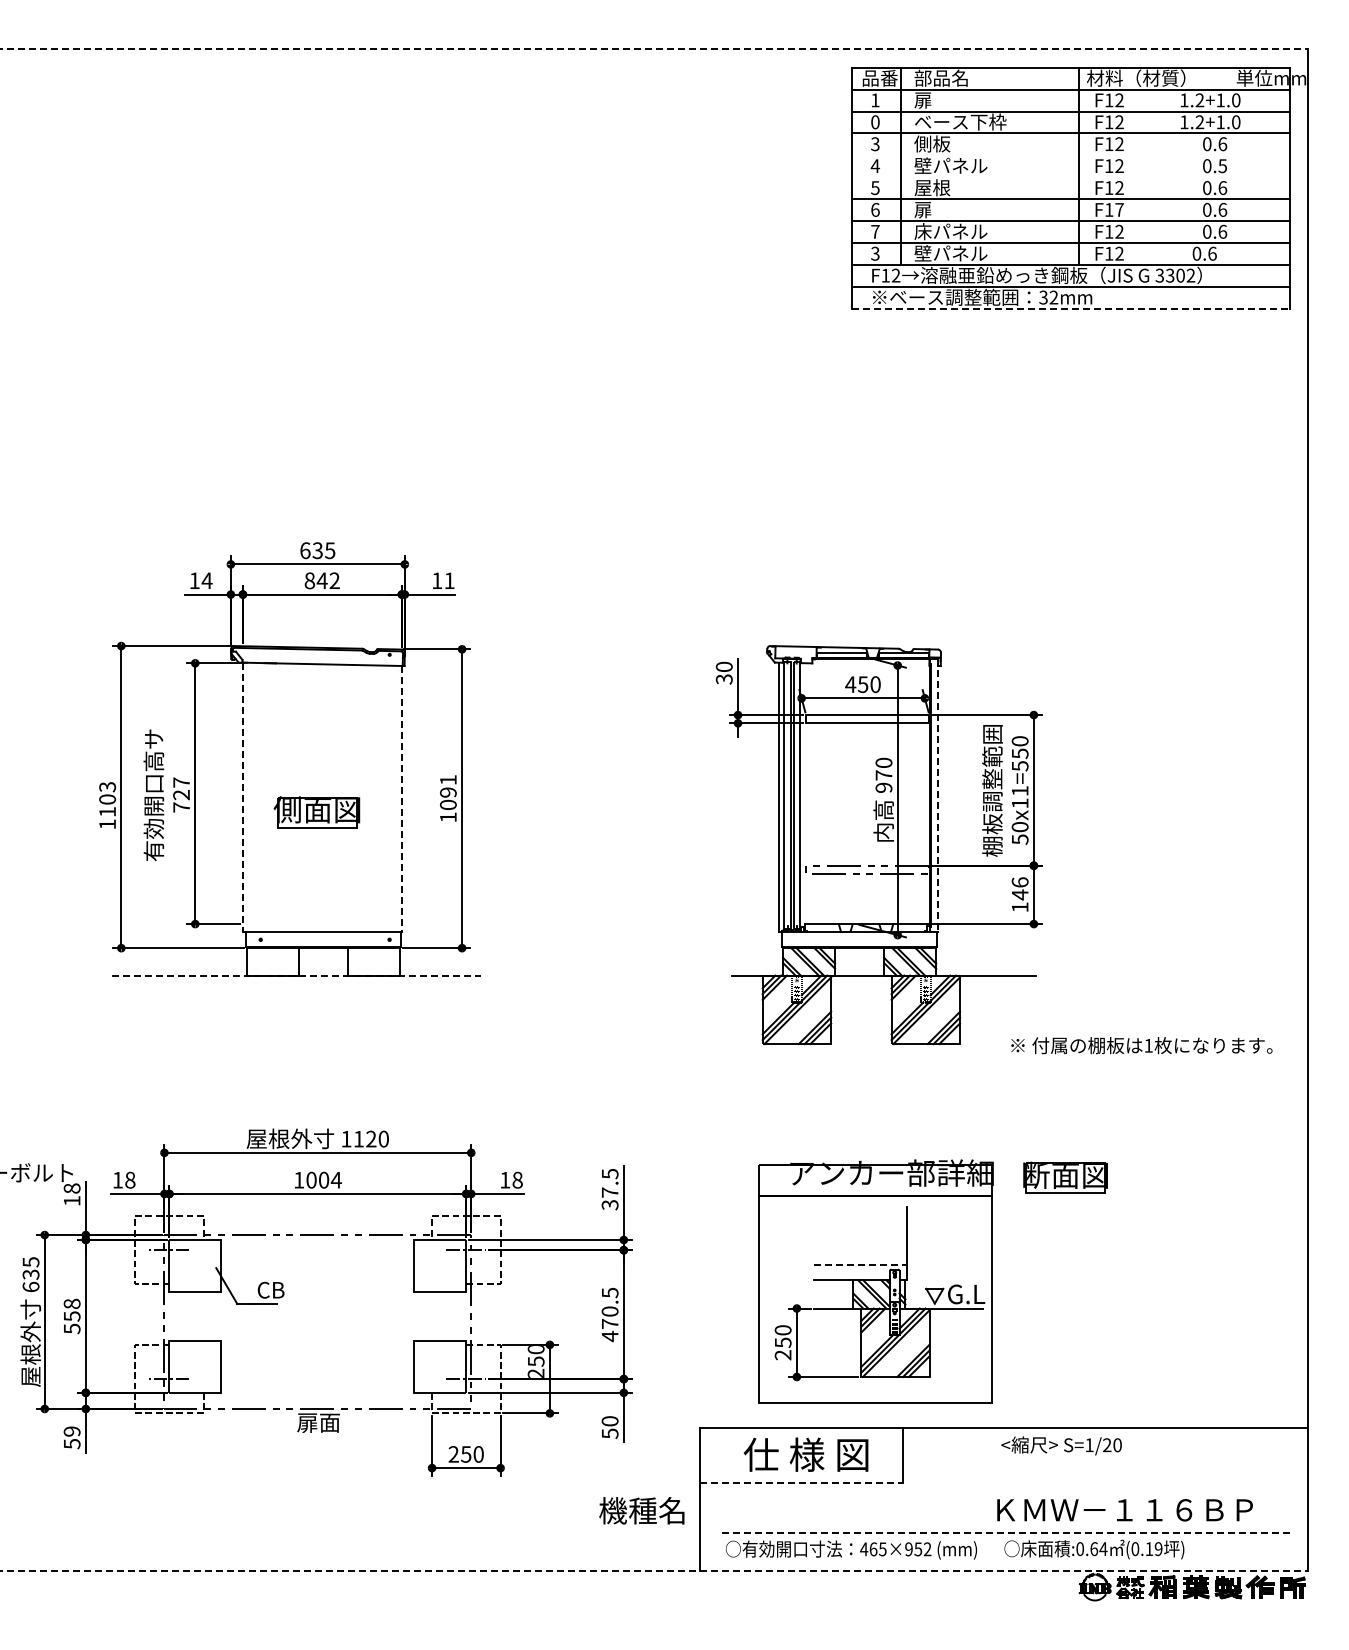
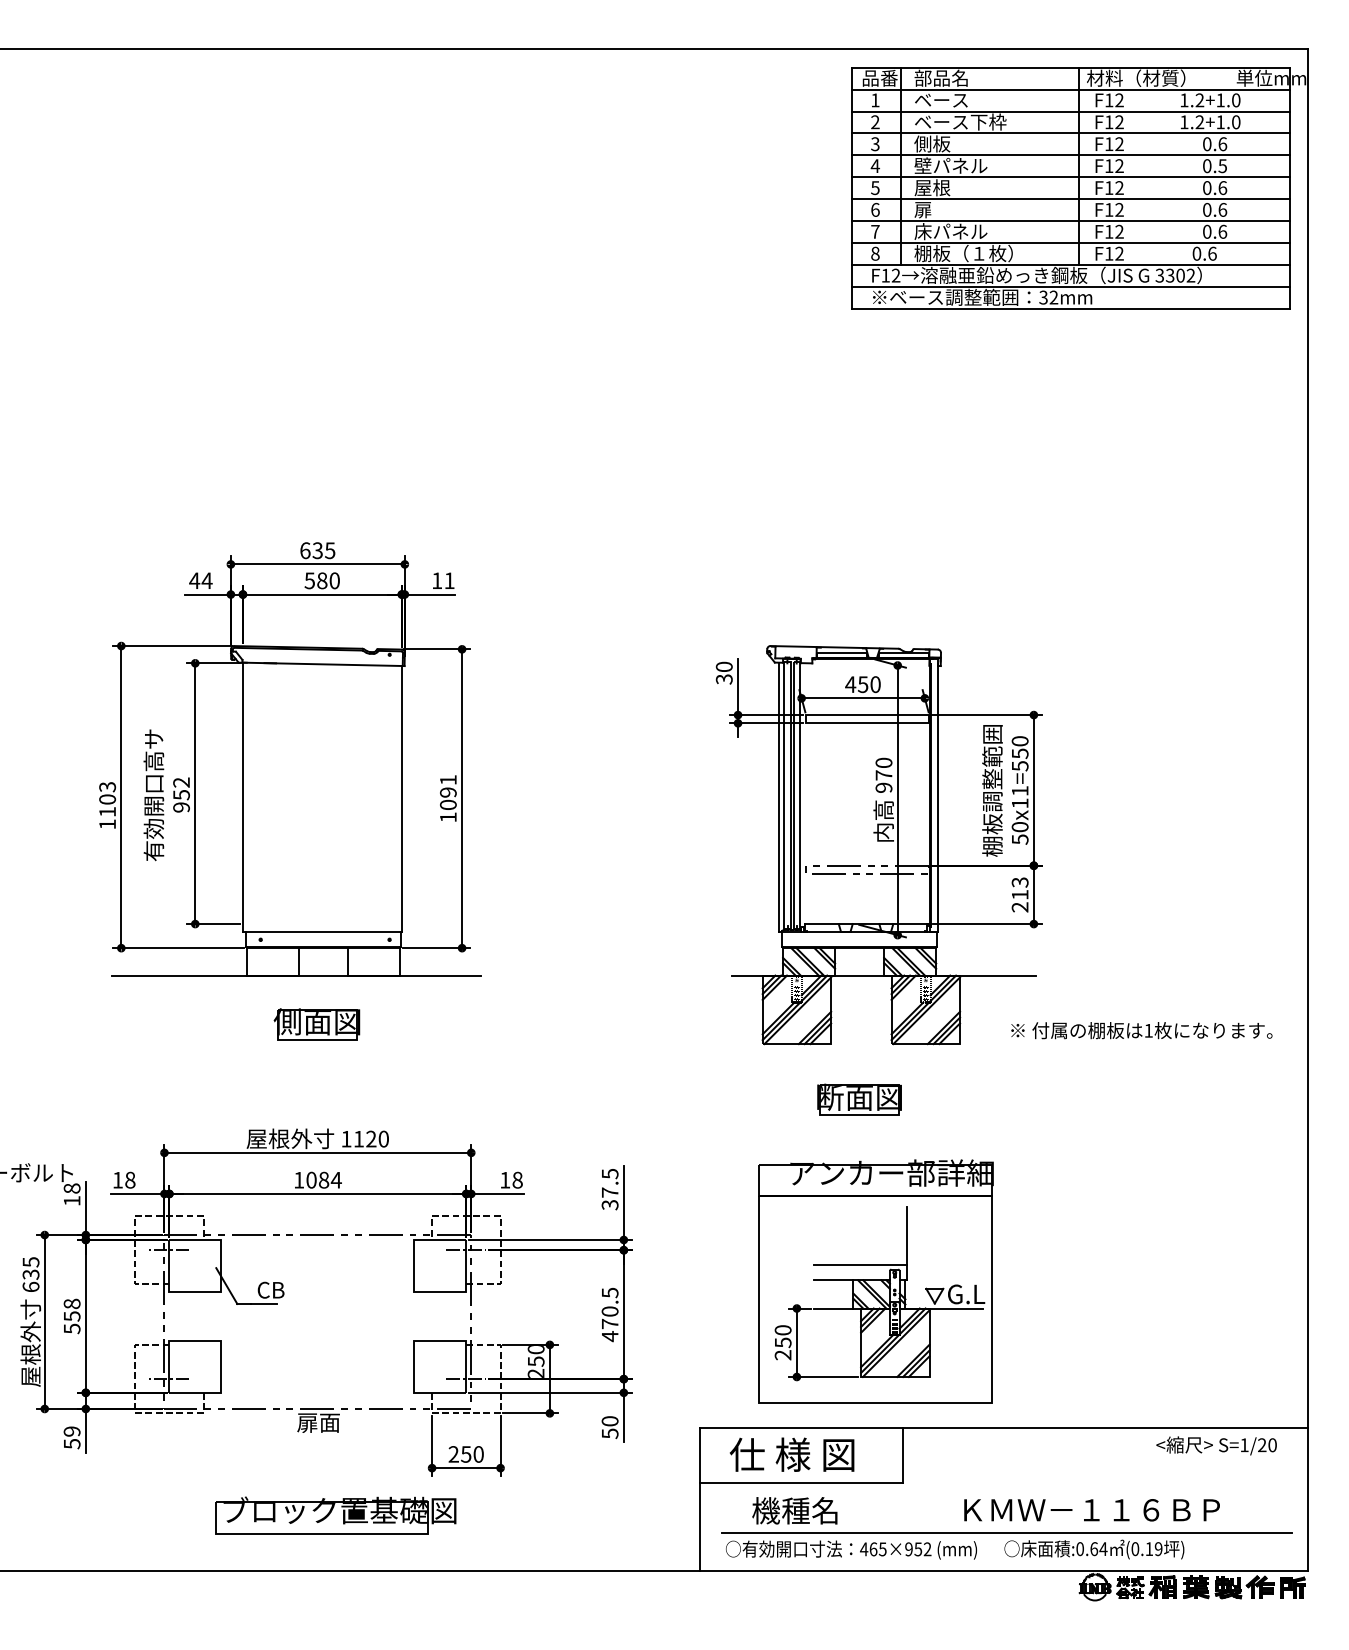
line at (654, 49): dashed -> solid
text at (940, 100): 扉 -> ベース
text at (875, 122): 0 -> 2
line at (1070, 155): none -> present
line at (1070, 177): none -> present
text at (1119, 209): F17 -> F12
text at (875, 253): 3 -> 8
text at (963, 253): 壁パネル -> 棚板（１枚）
line at (1071, 308): dashed -> solid
text at (194, 580): 14 -> 44
text at (321, 580): 842 -> 580
text at (181, 794): 727 -> 952
line at (938, 795): dashed -> solid
line at (242, 797): dashed -> solid
line at (401, 799): dashed -> solid
part at (316, 812) position: (316, 812) -> (316, 1024)
text at (1019, 894): 146 -> 213
line at (296, 975): dashed -> solid
text at (1141, 1045) position: (1141, 1045) -> (1141, 1030)
part at (1065, 1177) position: (1065, 1177) -> (859, 1099)
text at (324, 1180): 1004 -> 1084
line at (860, 1265): dashed -> solid
text at (1061, 1445) position: (1061, 1445) -> (1216, 1445)
text at (805, 1454) position: (805, 1454) -> (791, 1454)
line at (801, 1482): dashed -> solid
text at (641, 1510) position: (641, 1510) -> (794, 1510)
text at (1124, 1510) position: (1124, 1510) -> (1091, 1510)
part at (335, 1515): none -> present
line at (1006, 1532): dashed -> solid
line at (654, 1570): dashed -> solid
